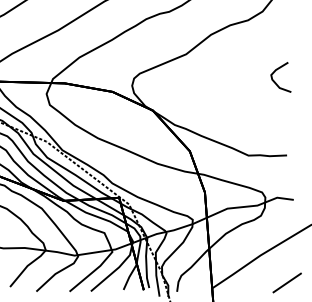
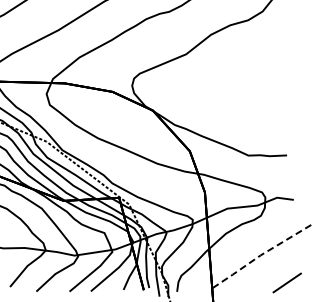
curve at (275, 81): present -> none
line at (260, 255): solid -> dashed
